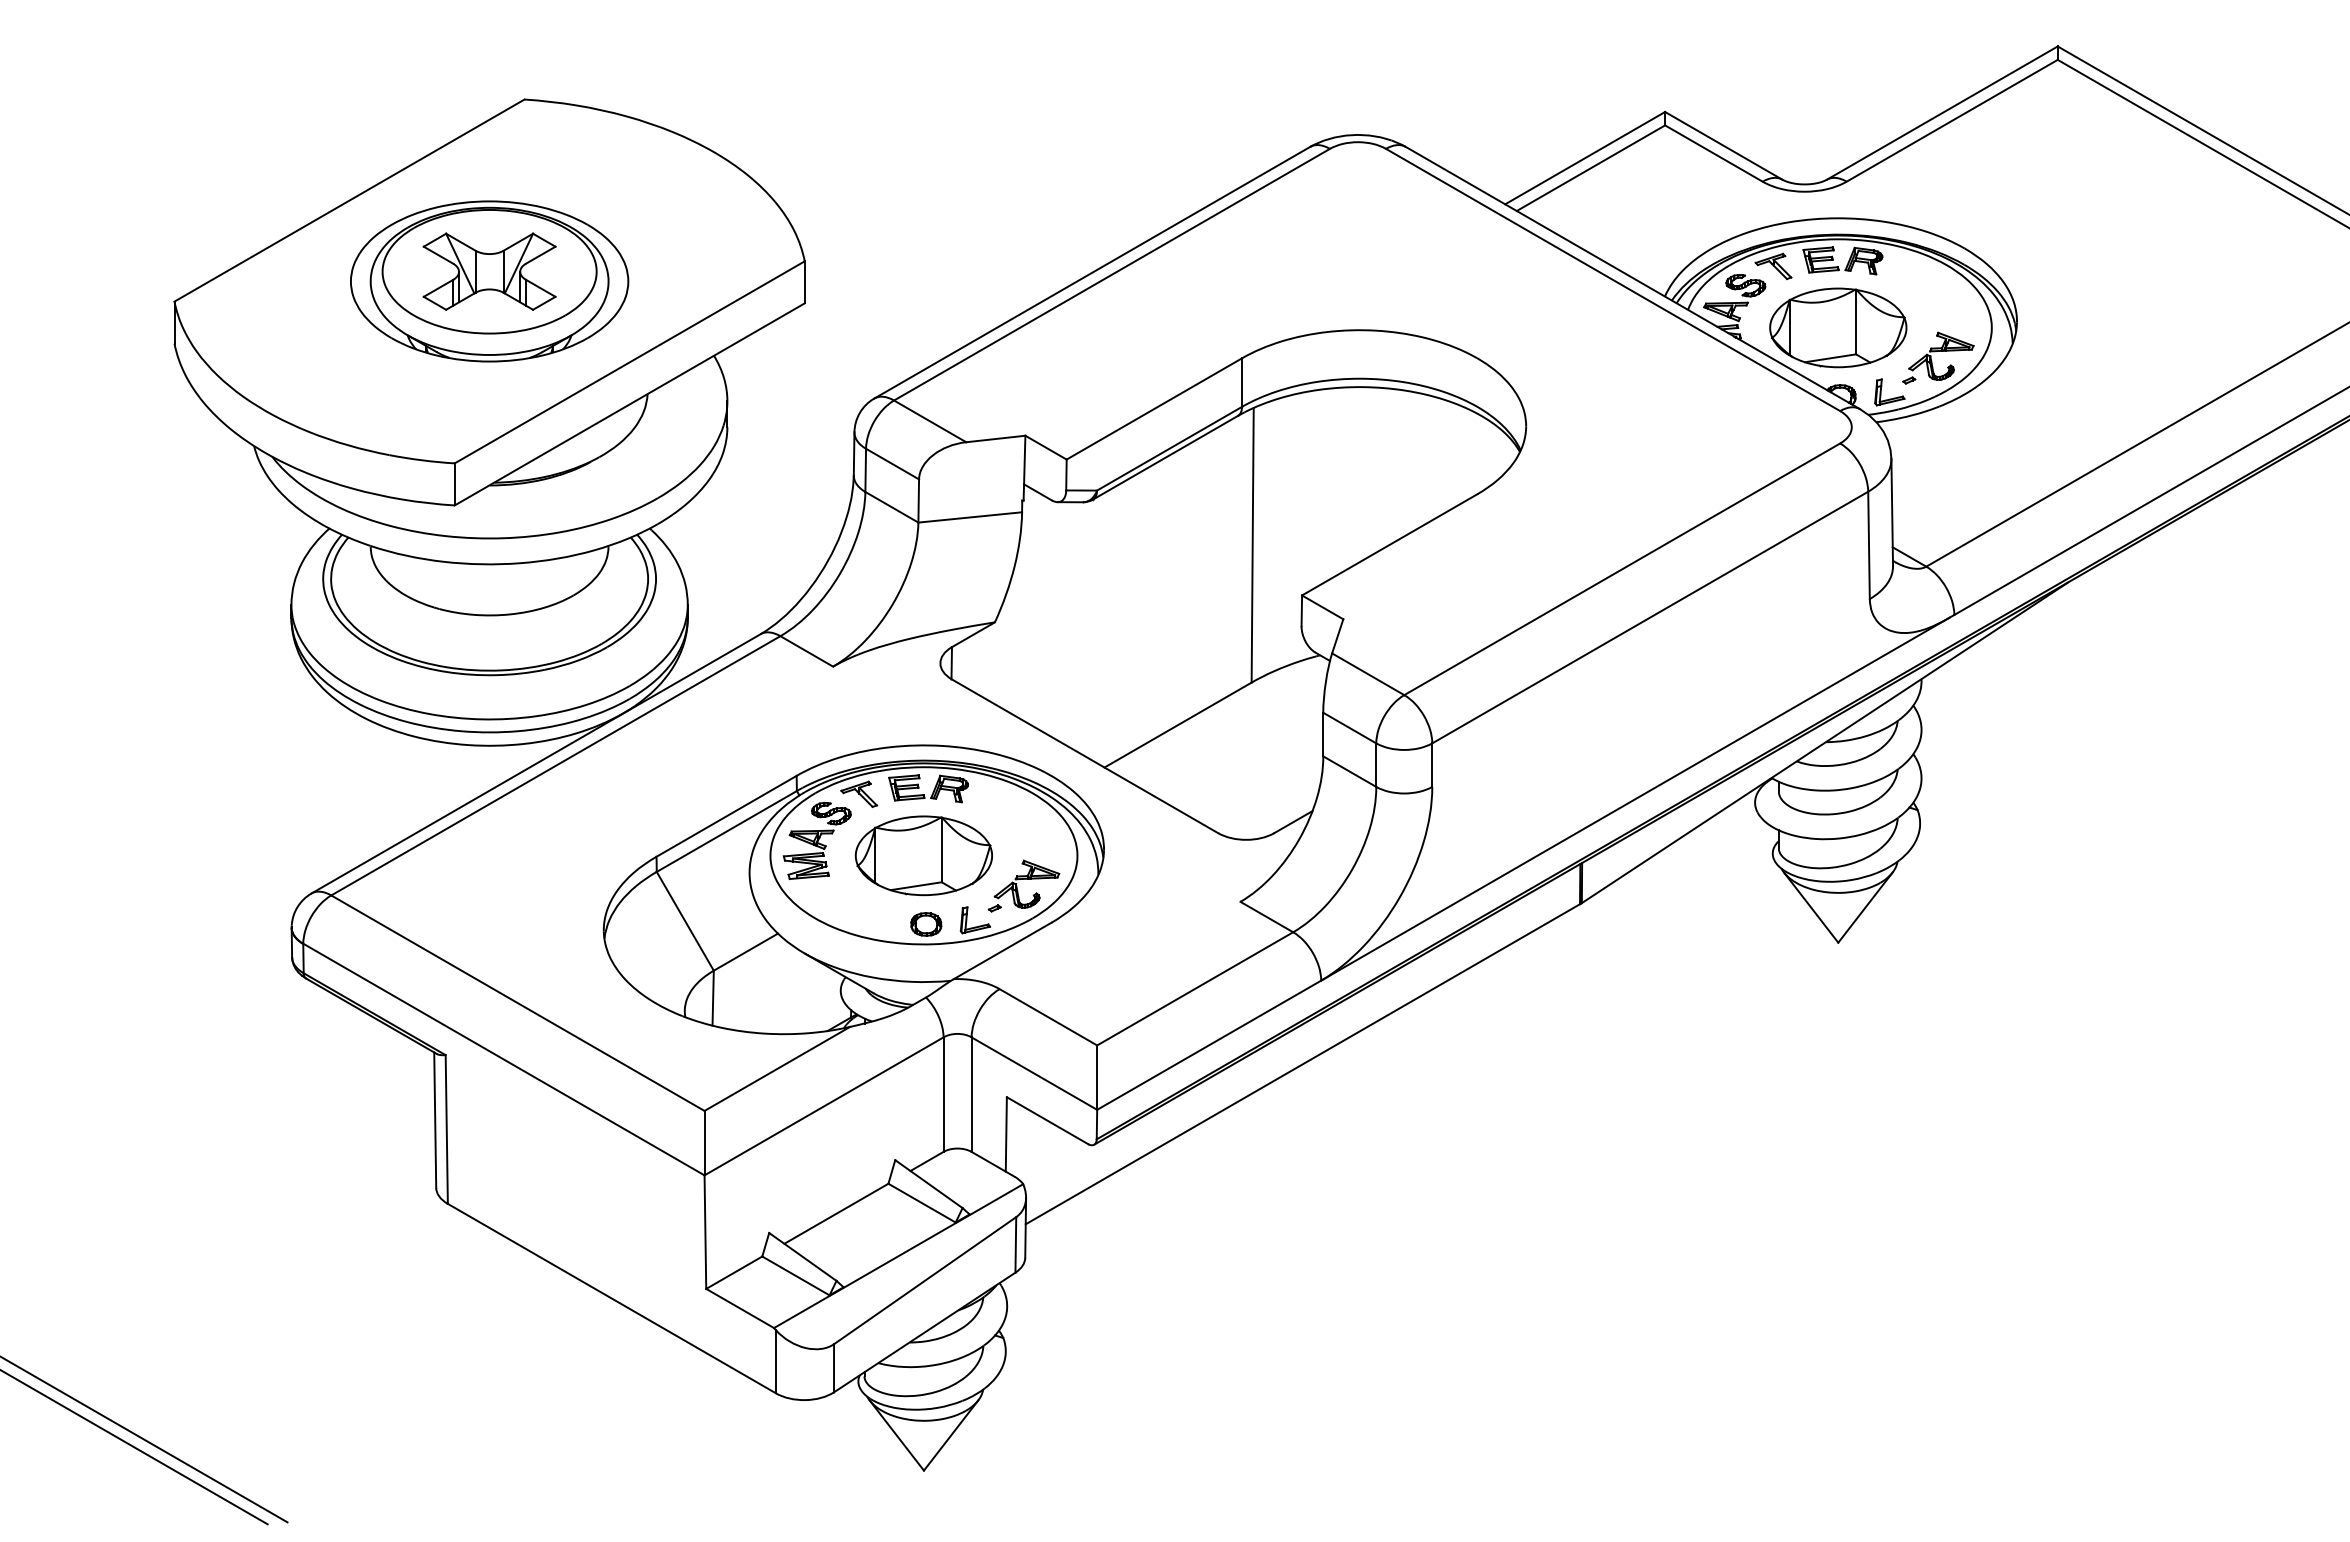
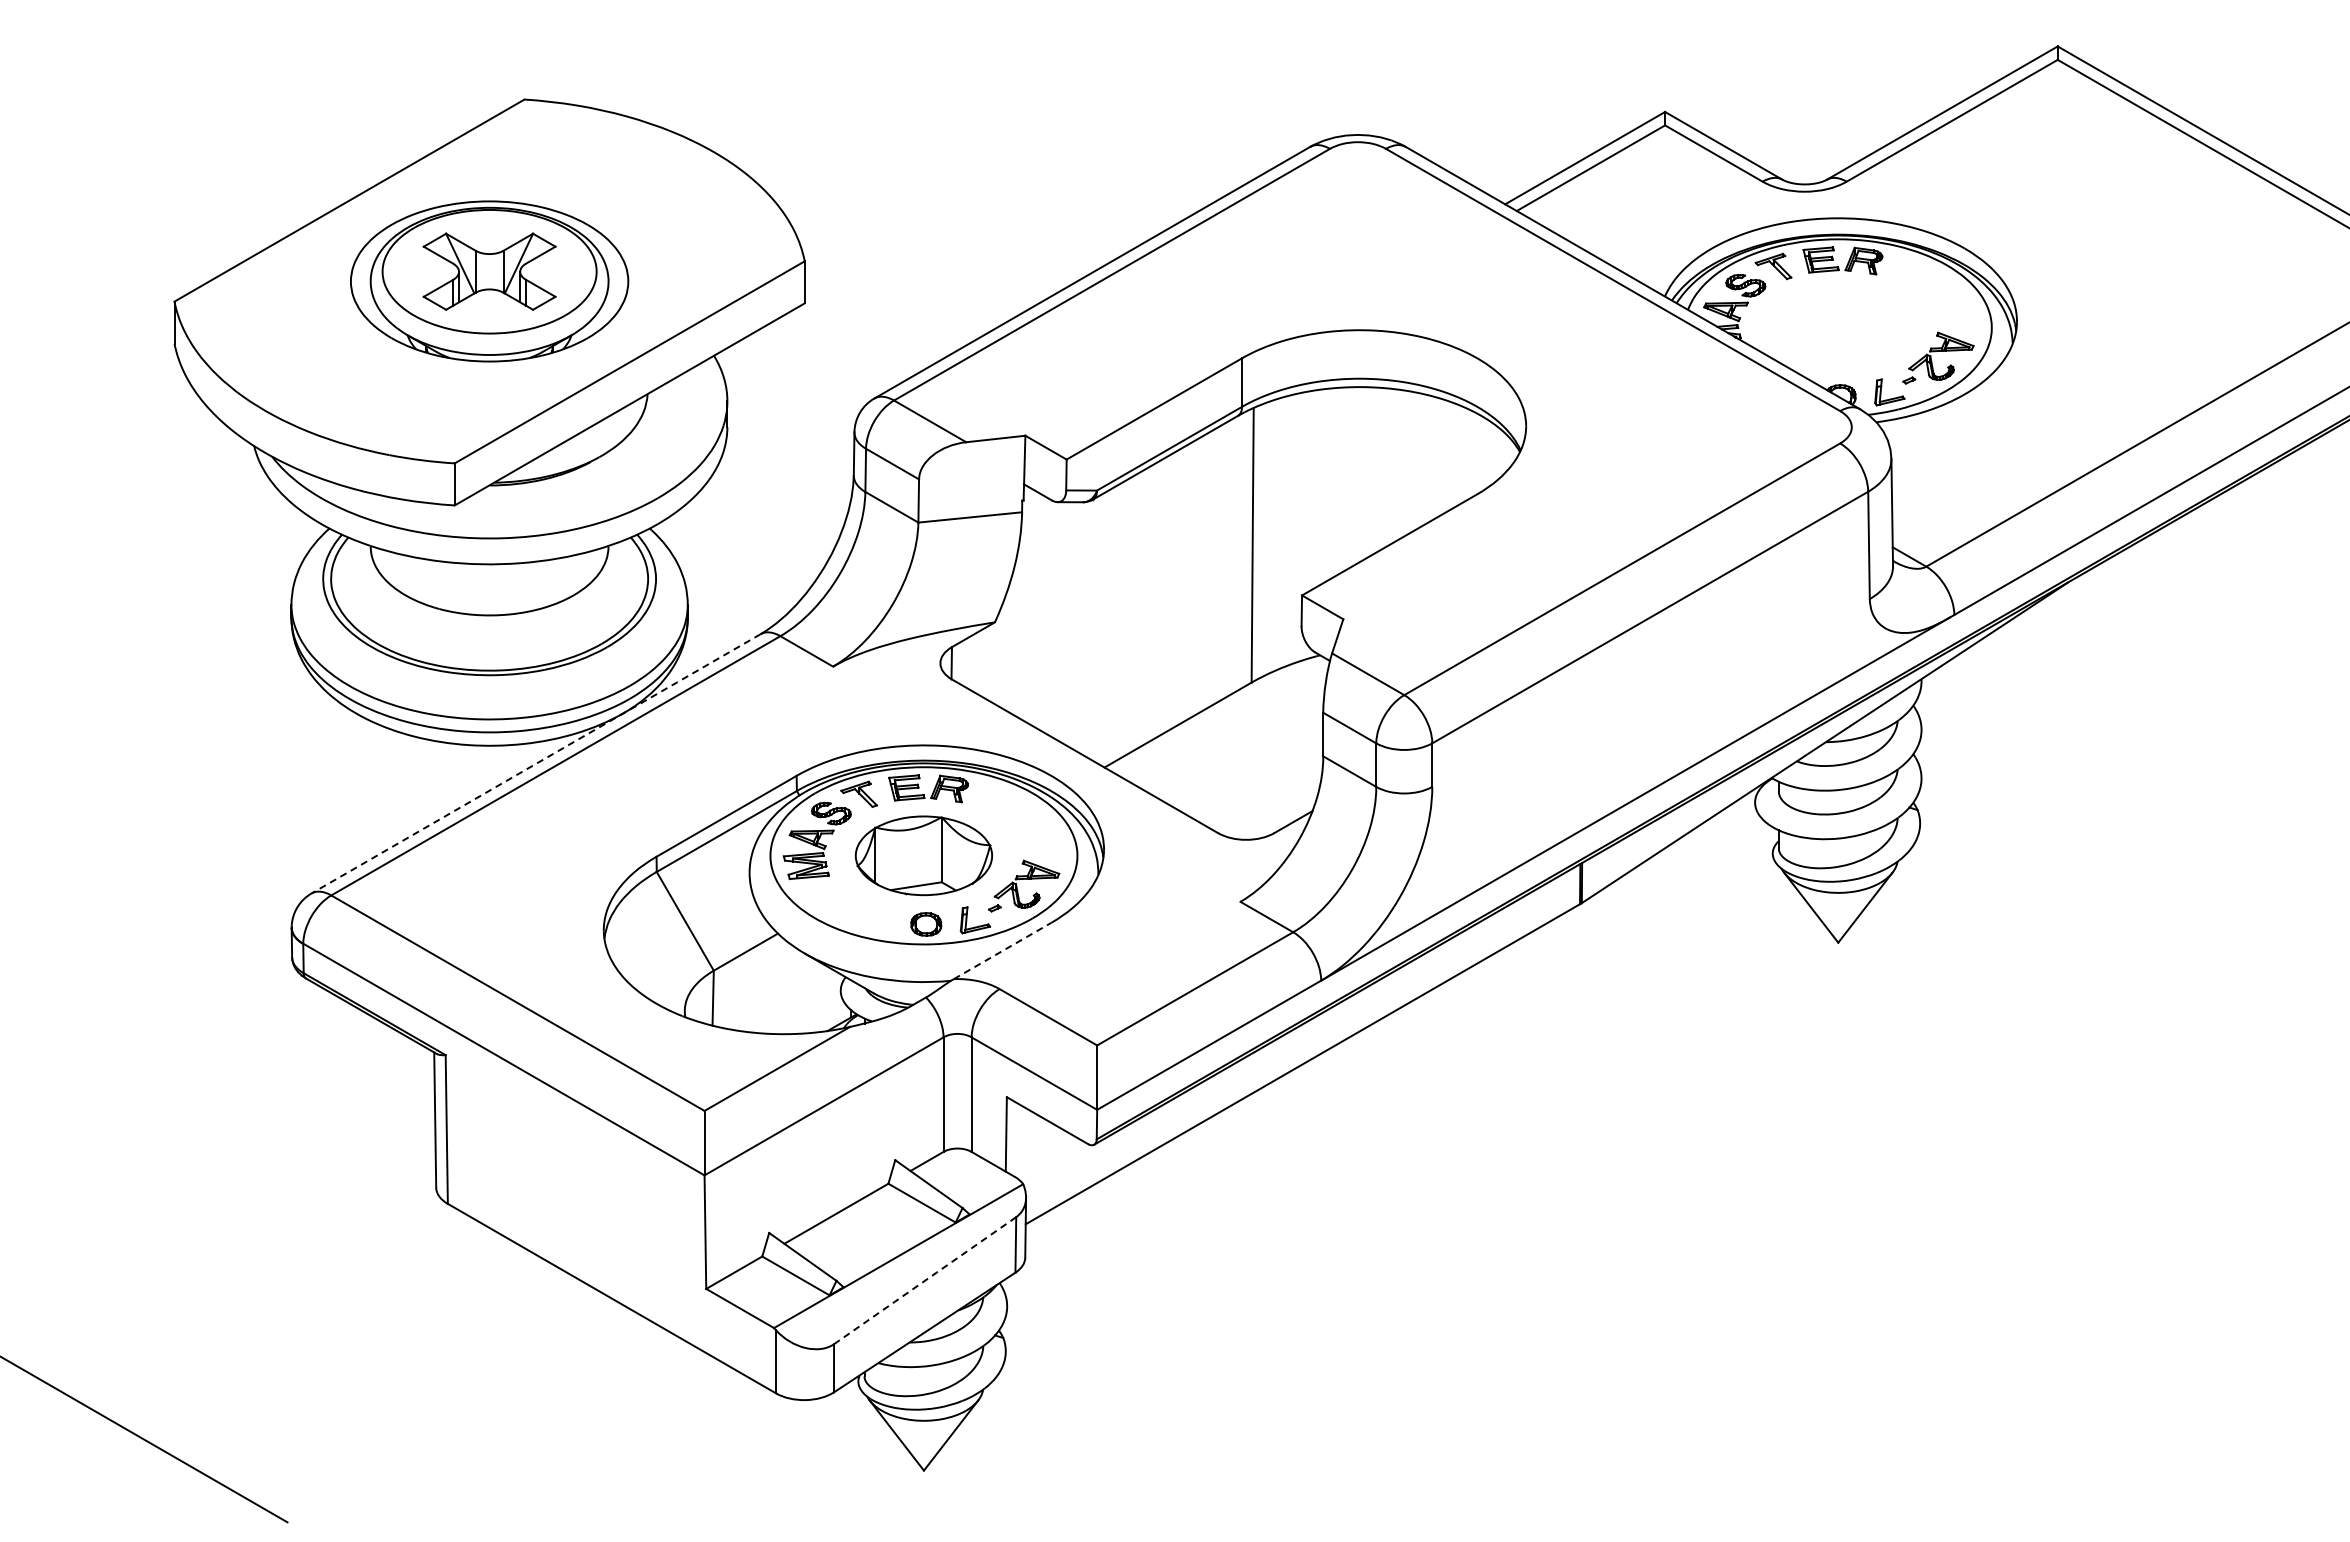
part at (1838, 327): present -> none
line at (535, 764): solid -> dashed
line at (1003, 950): solid -> dashed
line at (924, 1280): solid -> dashed
line at (134, 1447): present -> none
